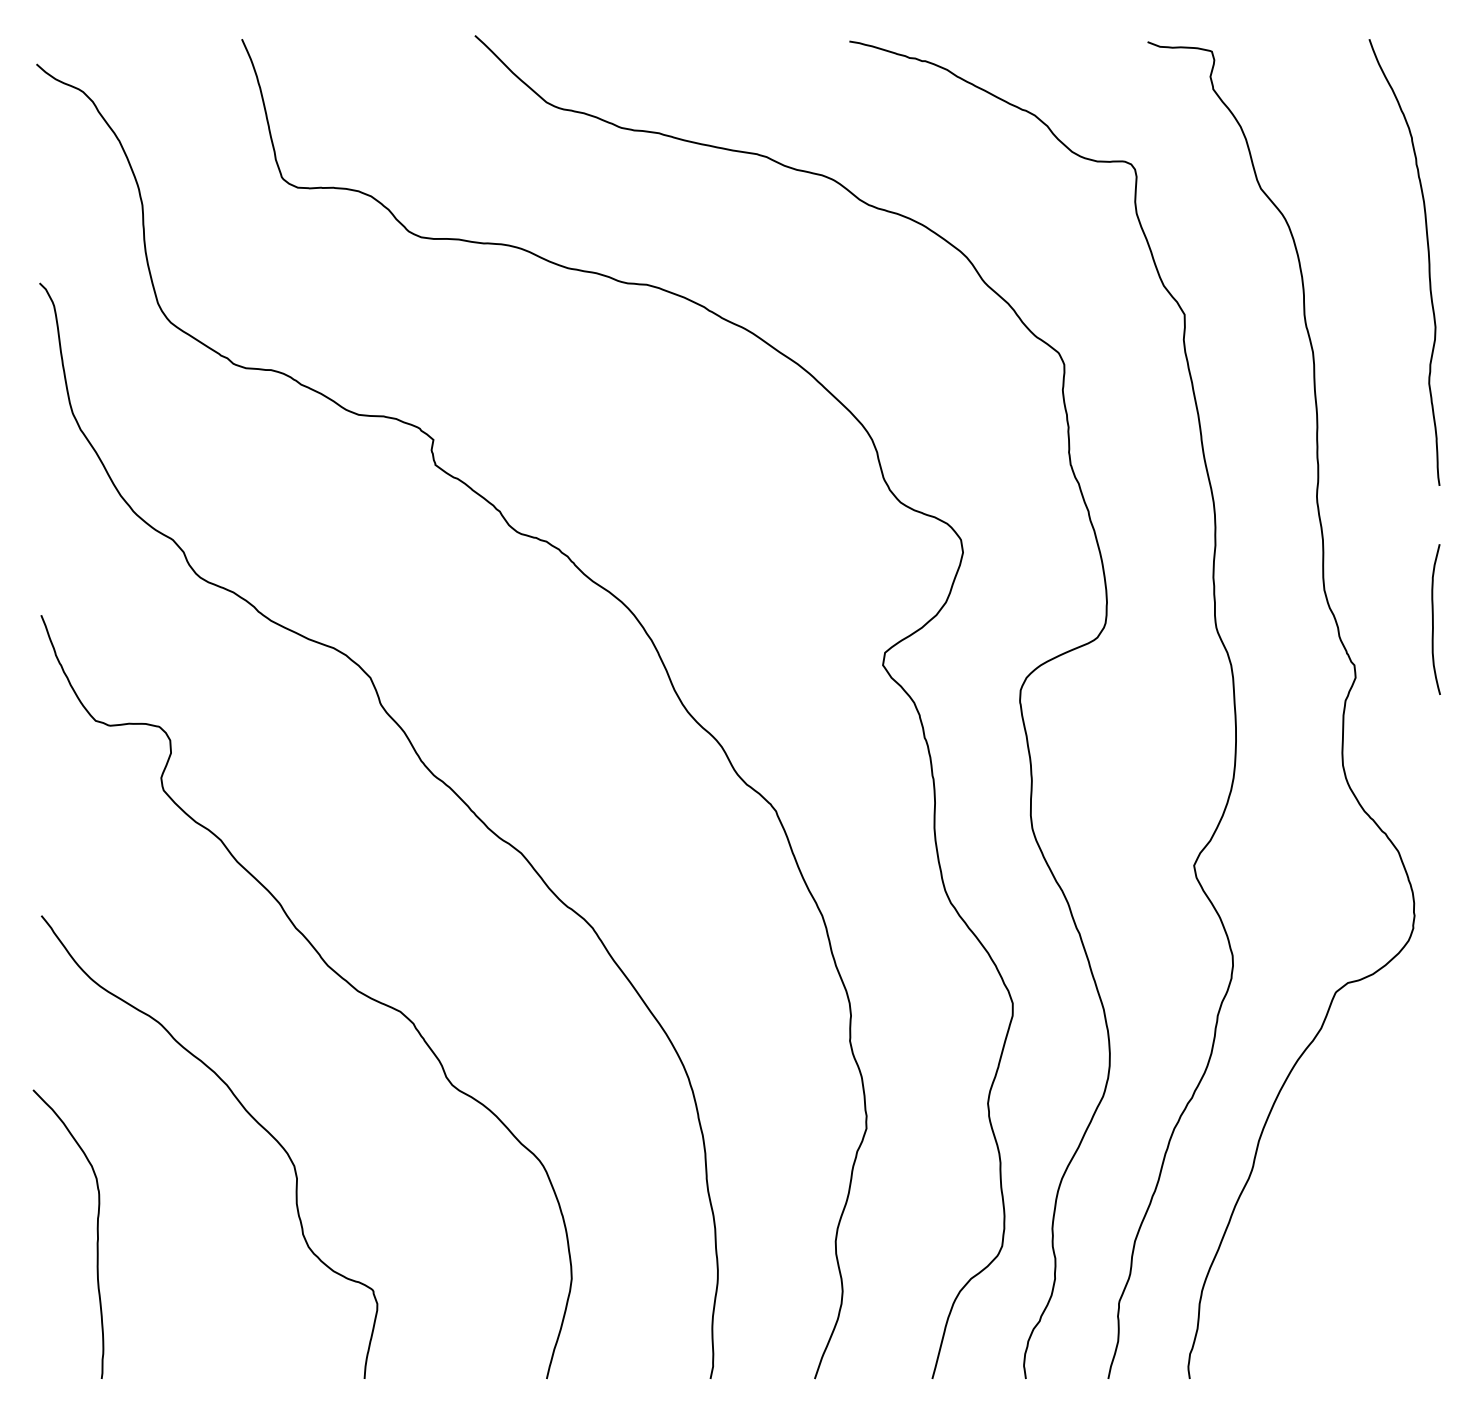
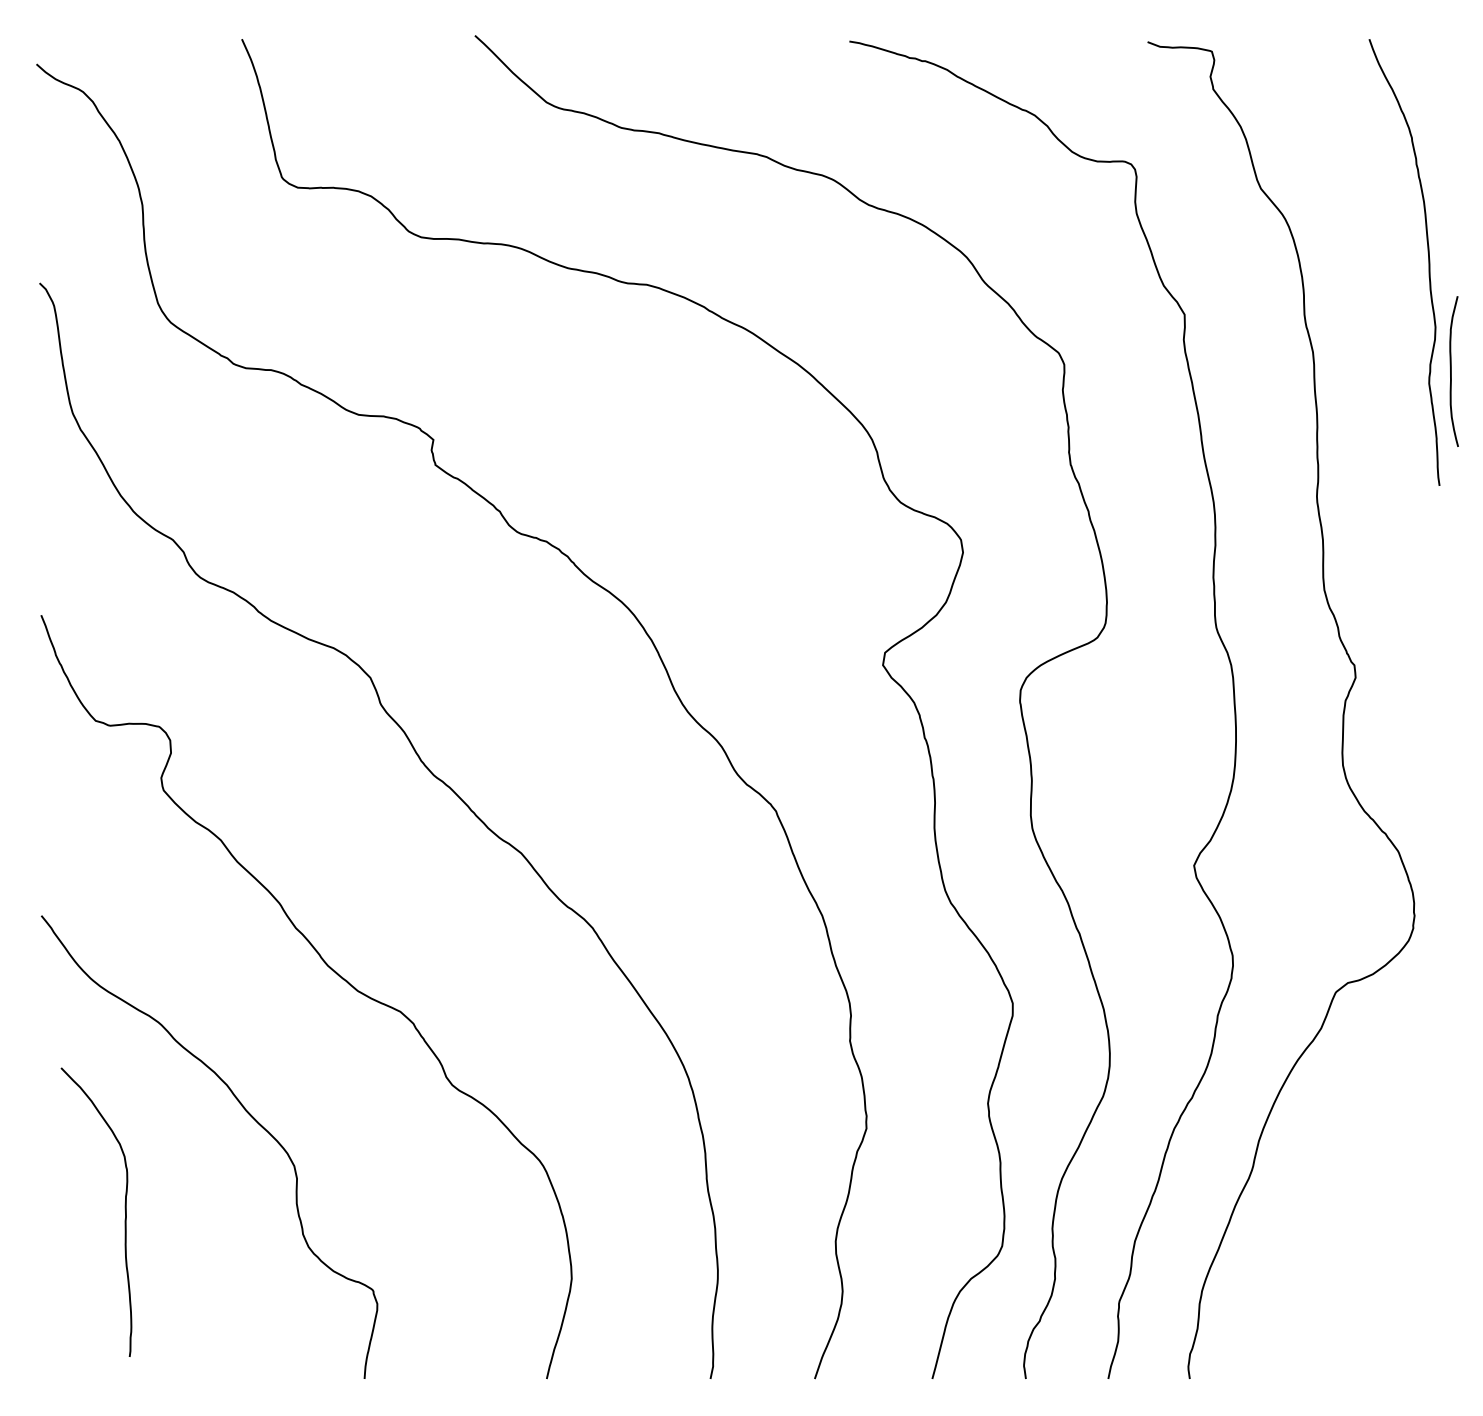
curve at (1433, 619) position: (1433, 619) -> (1451, 371)
curve at (96, 1231) position: (96, 1231) -> (124, 1209)
